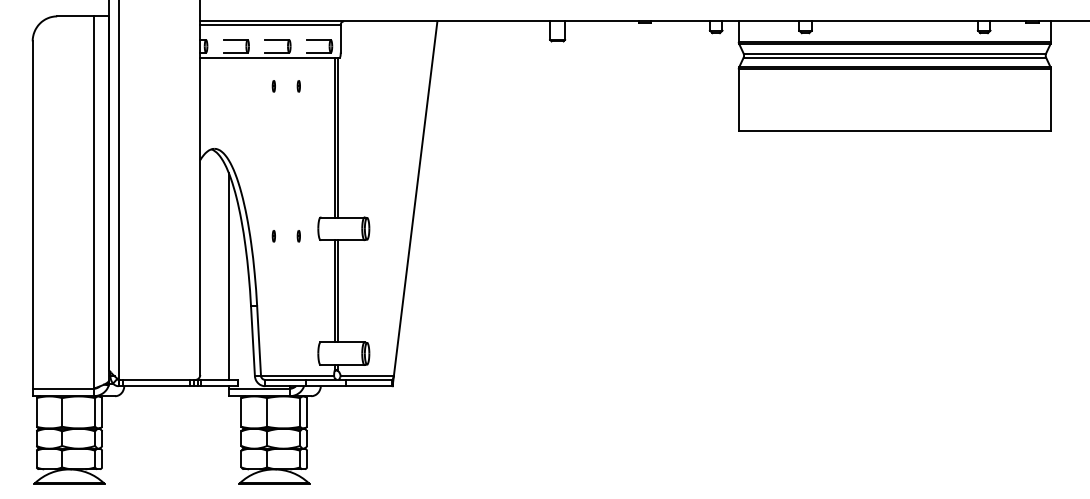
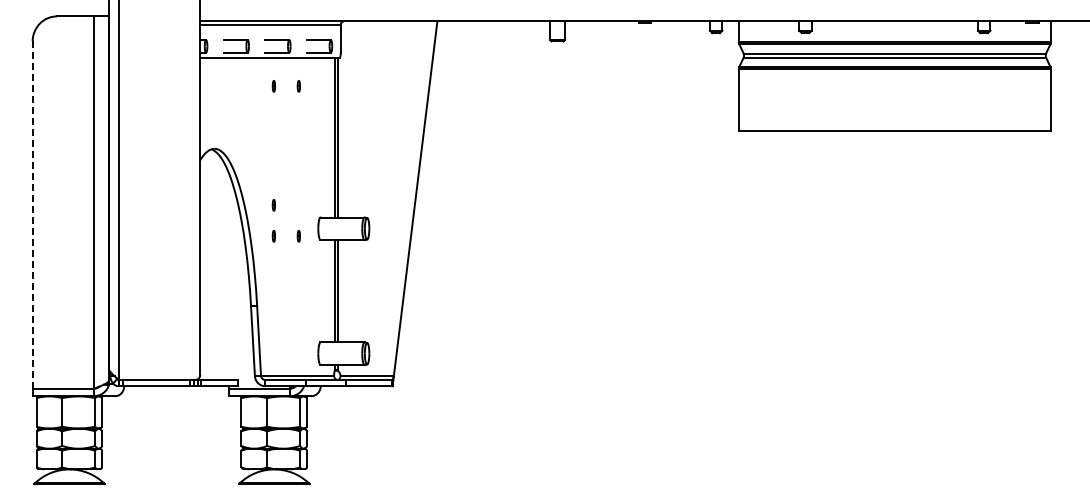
part at (273, 205): none -> present
line at (32, 215): solid -> dashed
line at (228, 275): present -> none
